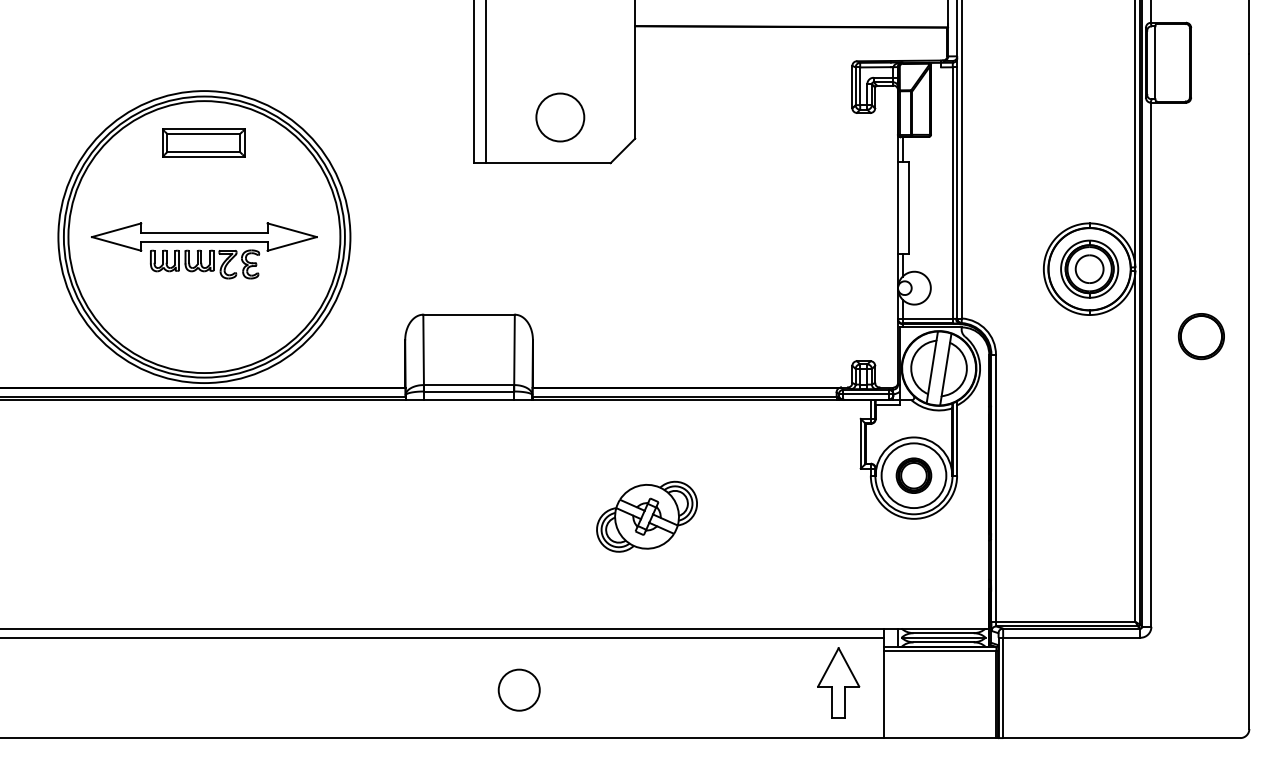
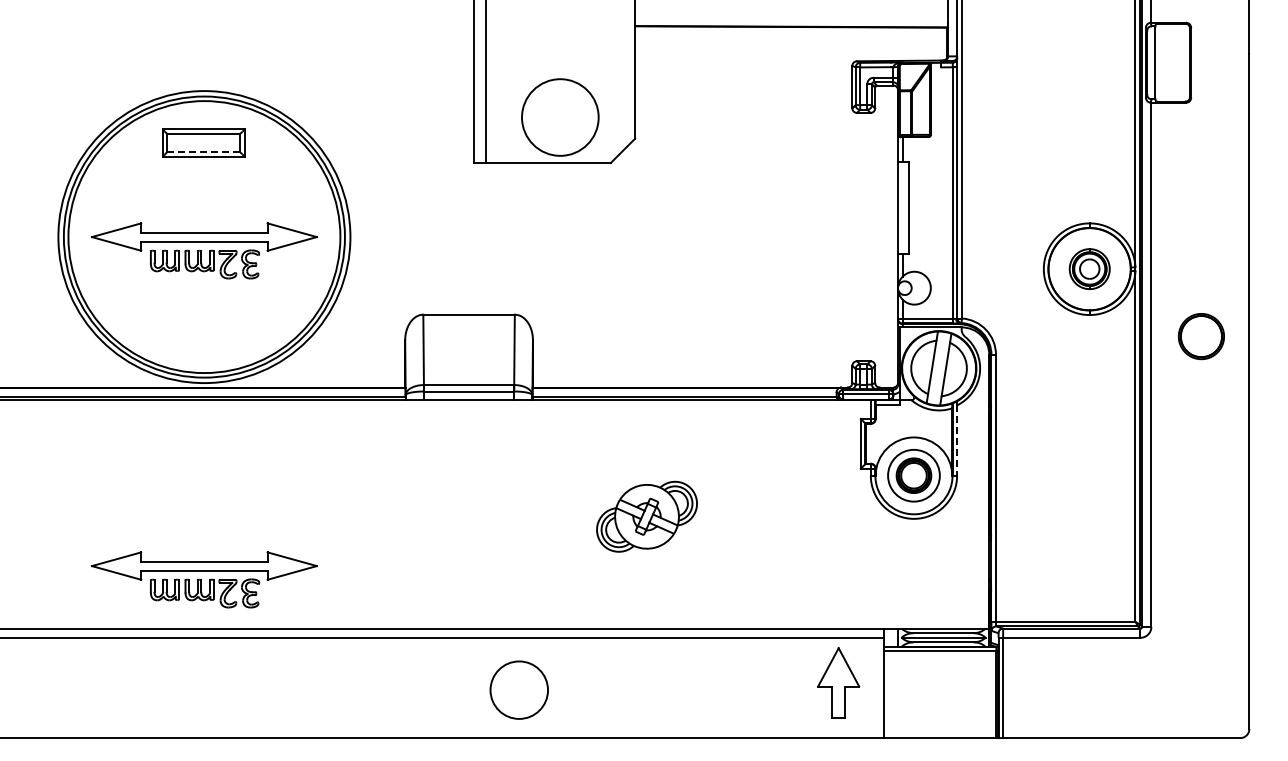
circle at (560, 117) diameter: 48 px -> 77 px
line at (203, 152): solid -> dashed
part at (1089, 268) size: 60x60 px -> 43x42 px
line at (957, 441): solid -> dashed
circle at (913, 475) diameter: 65 px -> 52 px
part at (204, 579): none -> present
circle at (518, 689) diameter: 41 px -> 57 px
